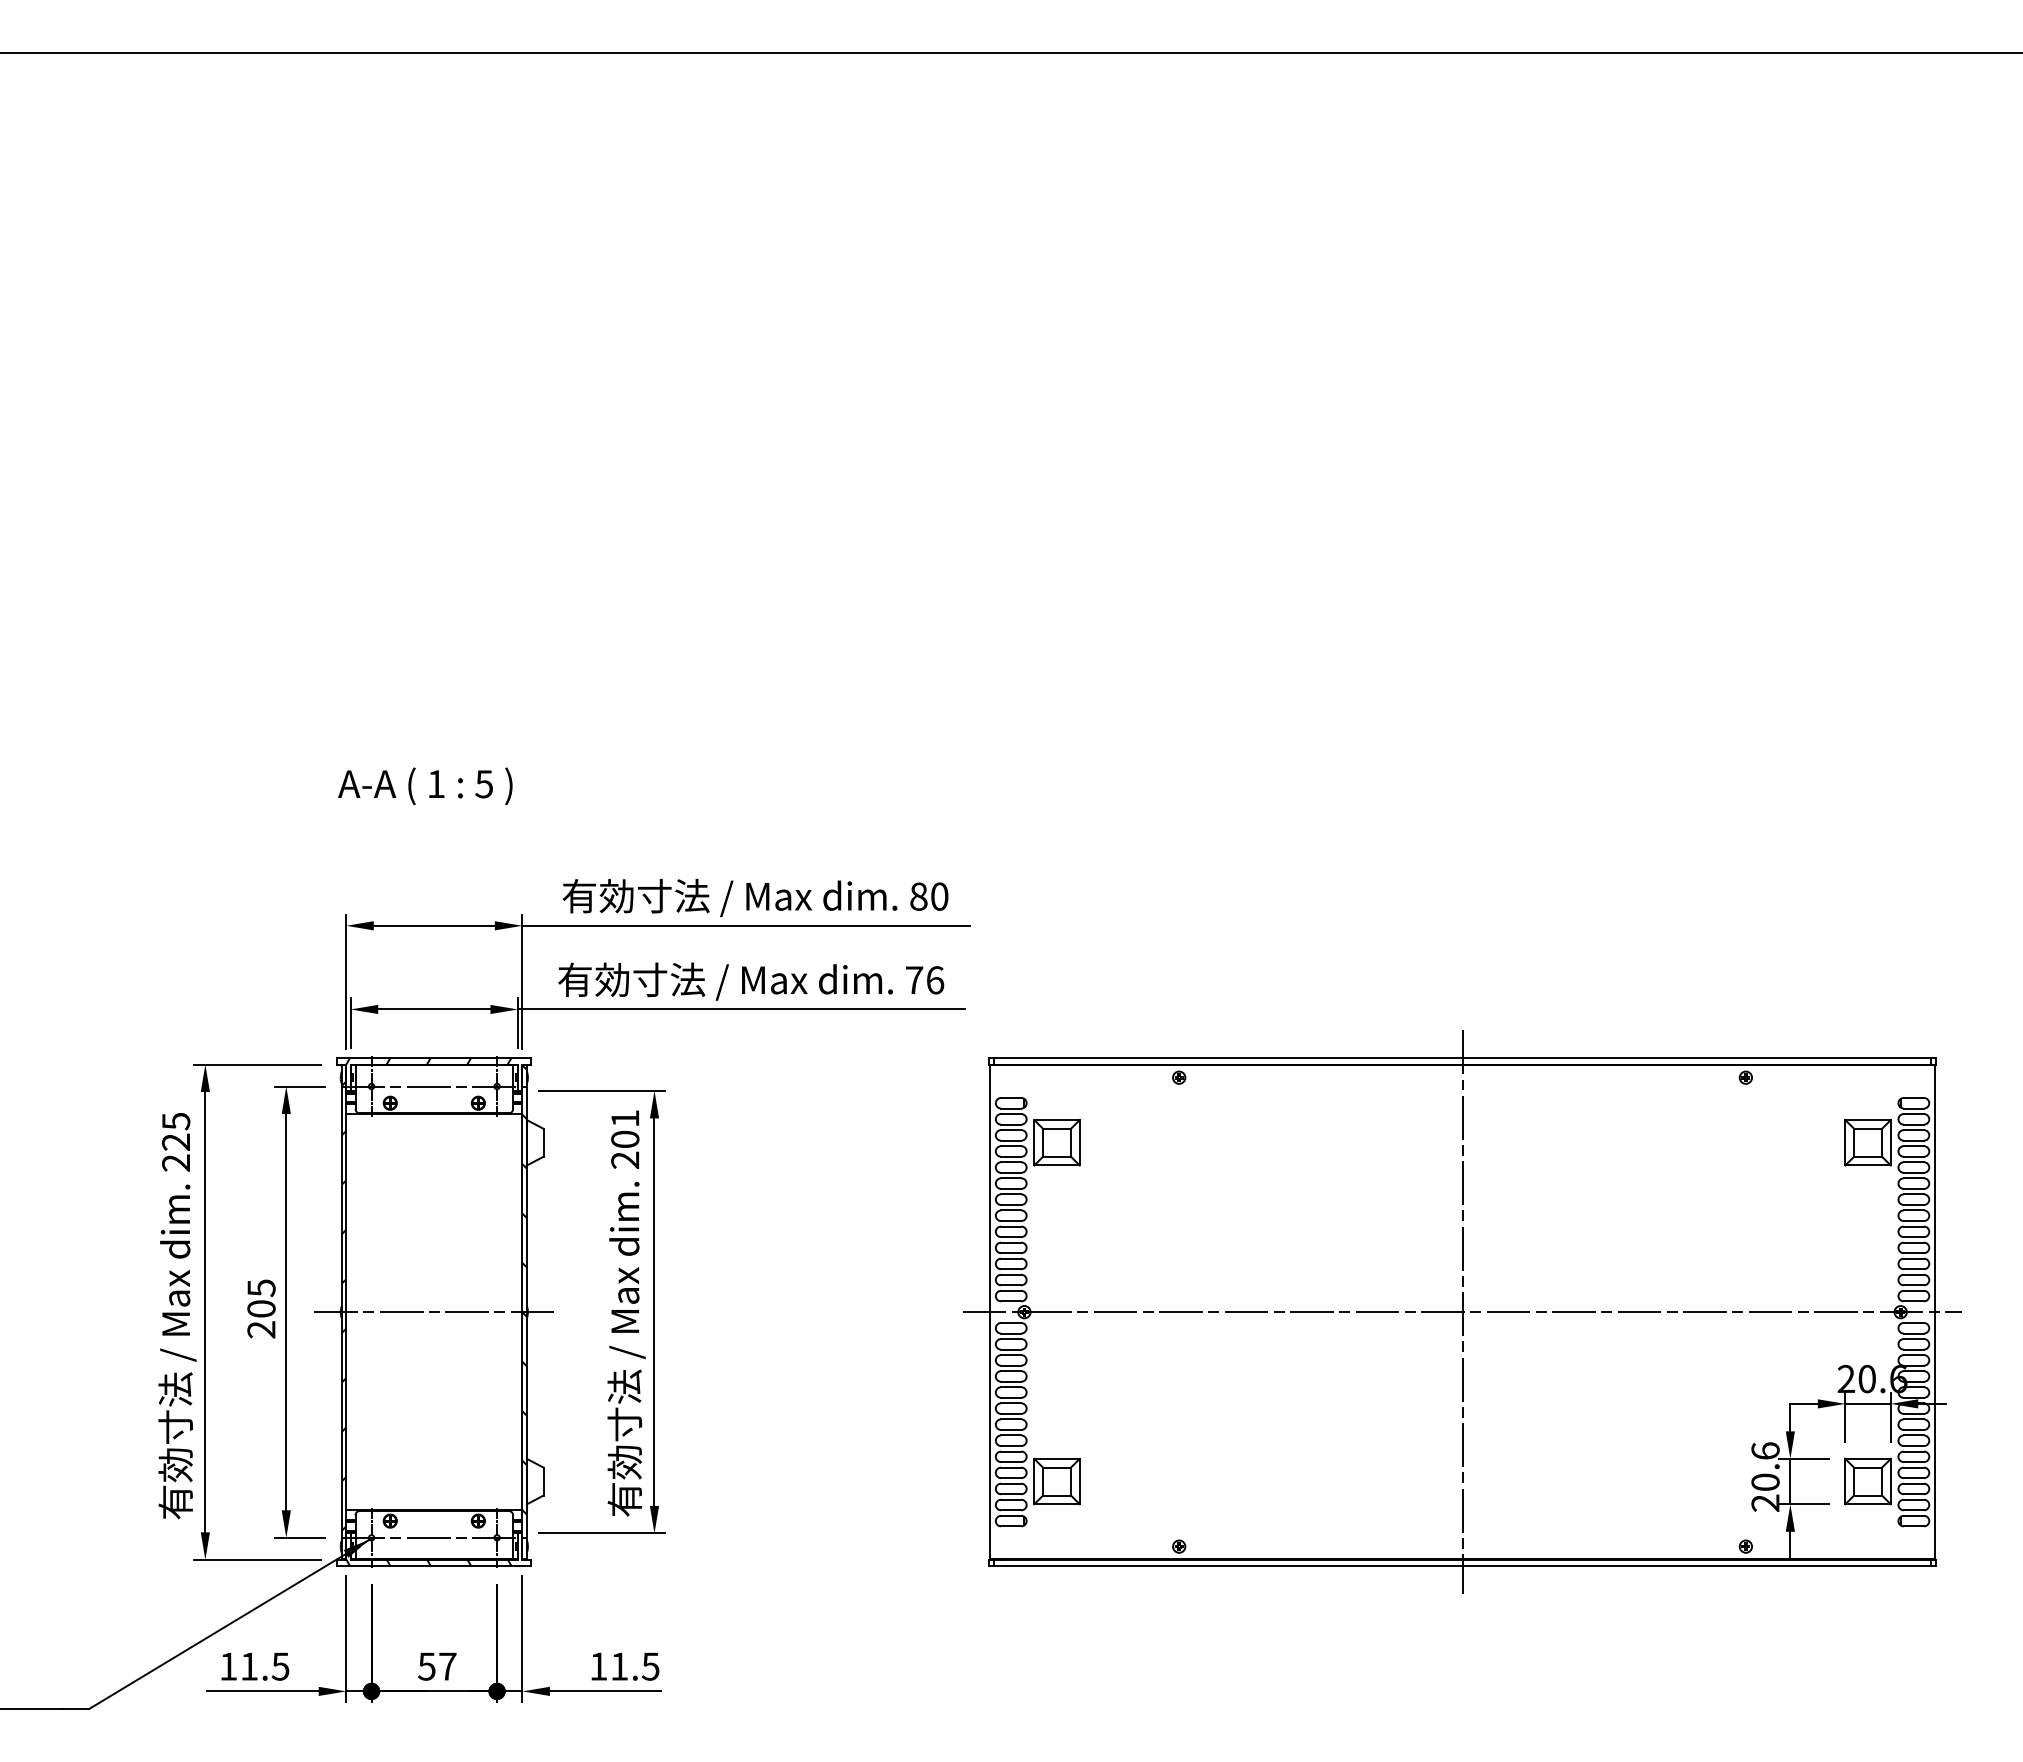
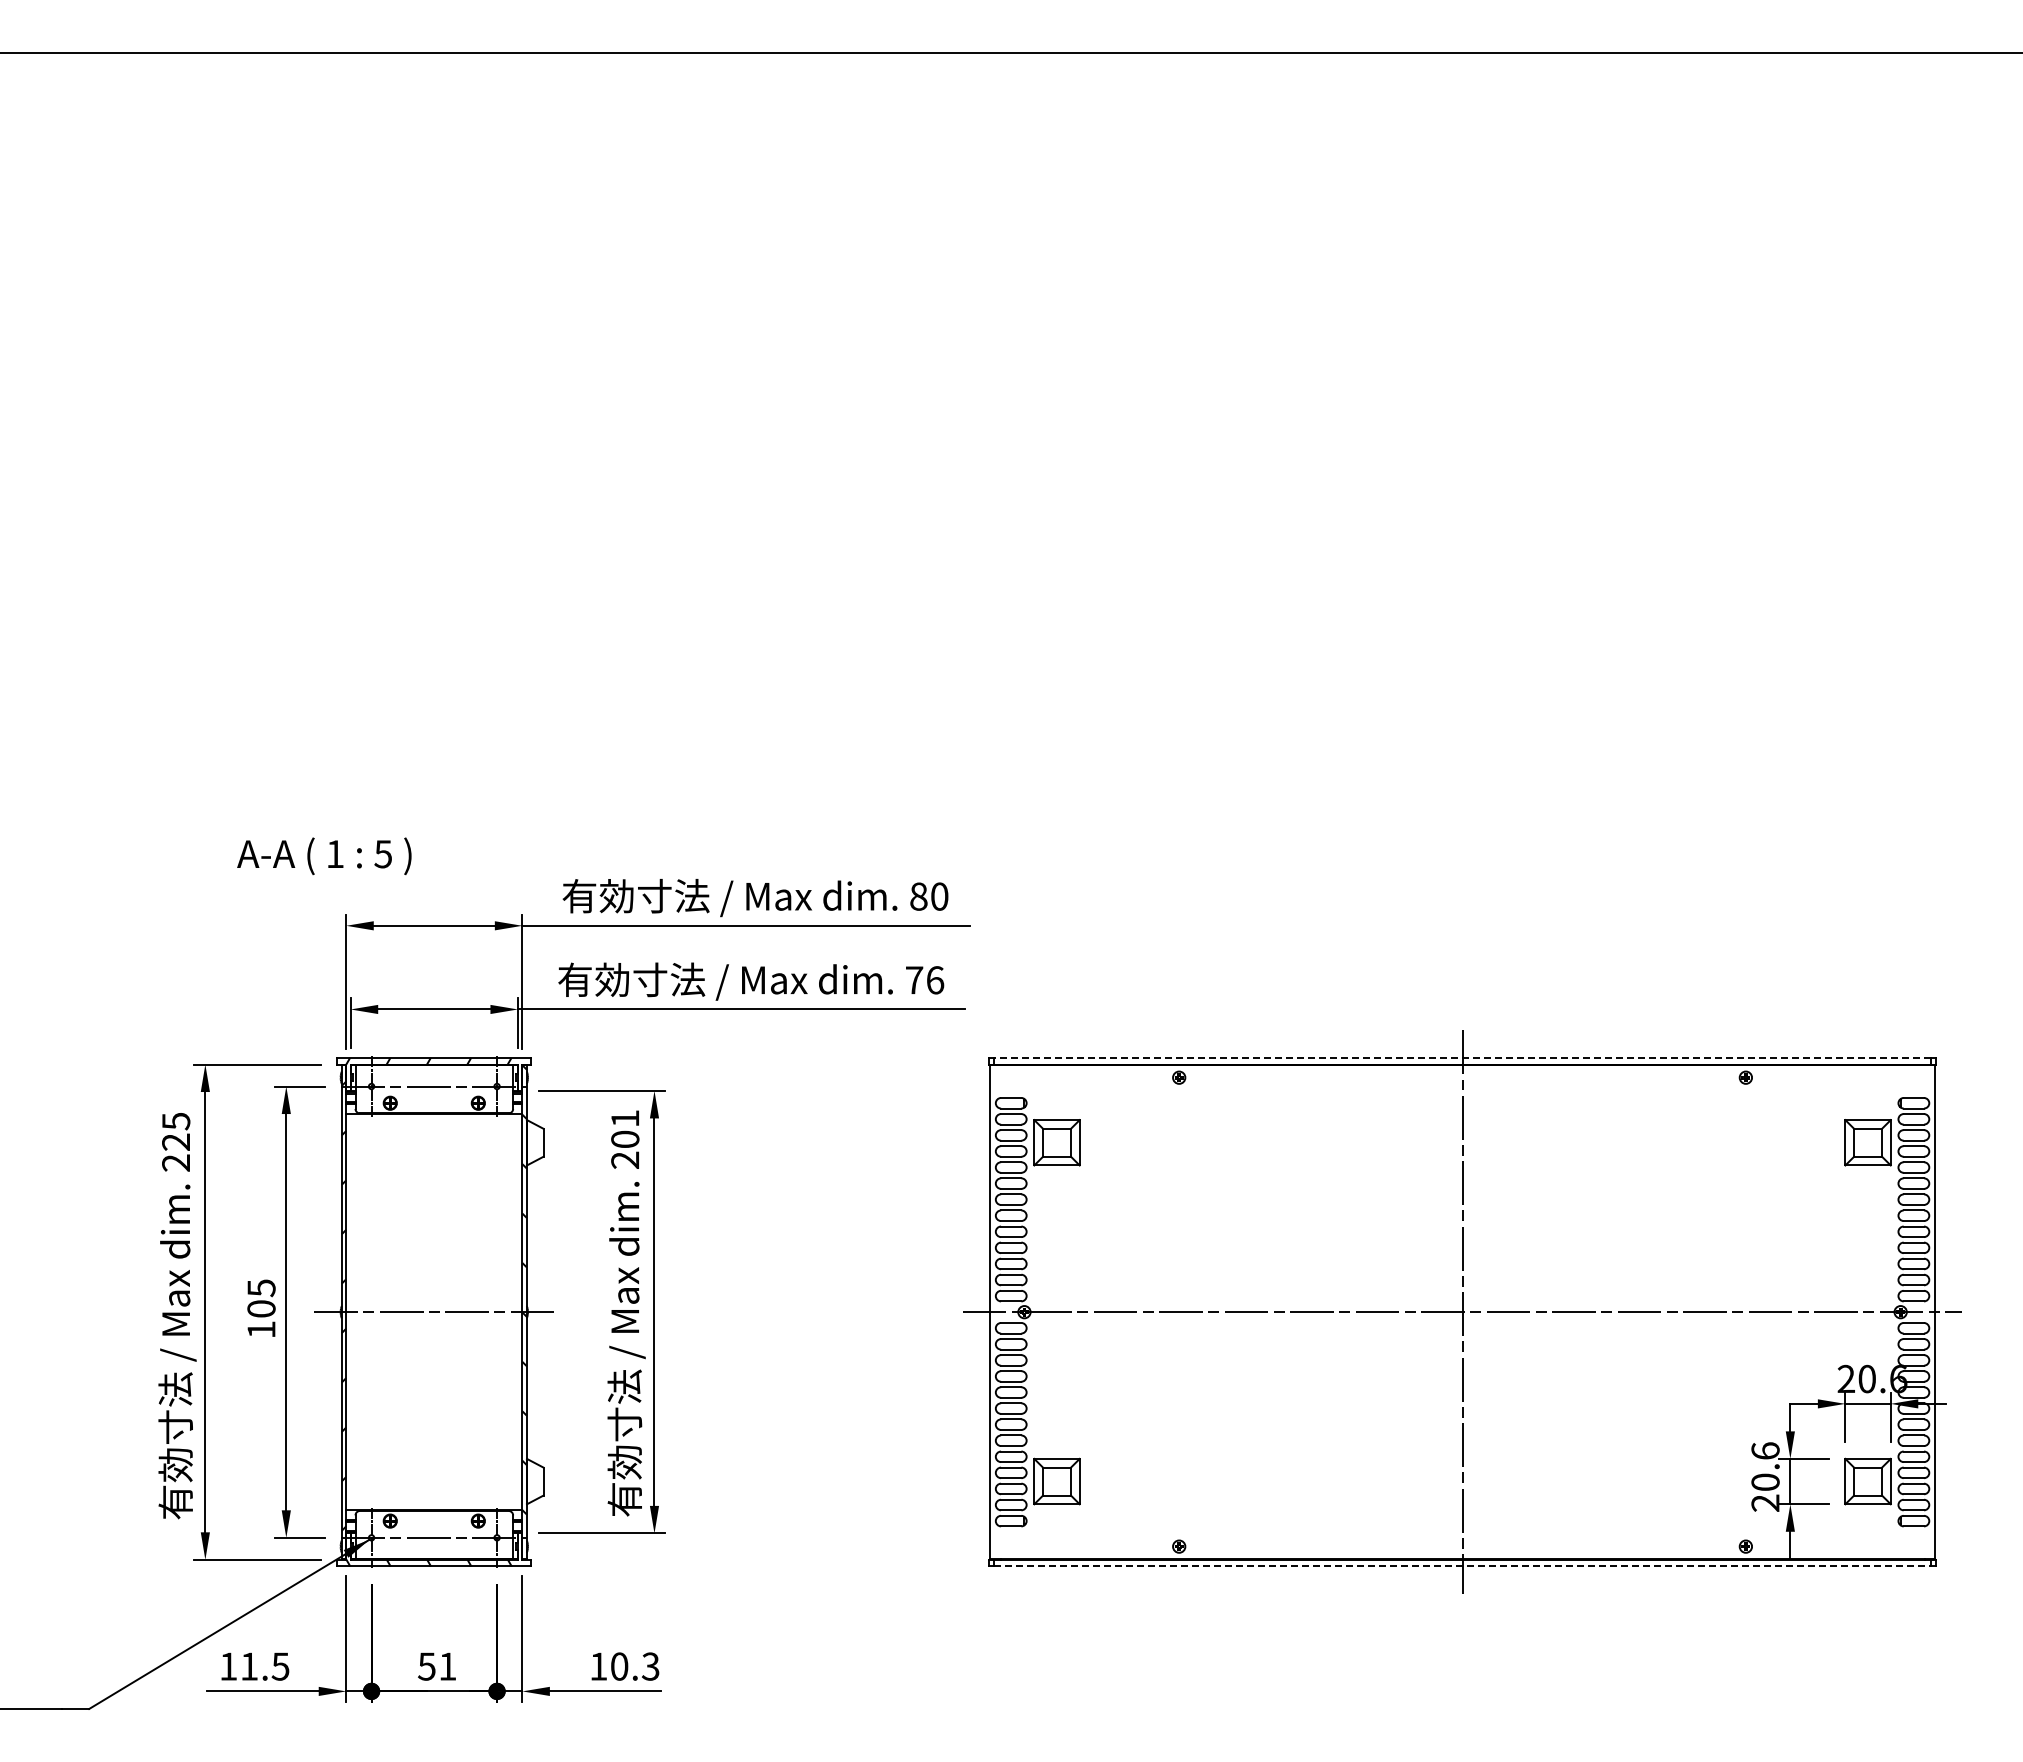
text at (425, 786) position: (425, 786) -> (324, 856)
line at (1462, 1057): solid -> dashed
text at (261, 1329): 205 -> 105
line at (1462, 1566): solid -> dashed
text at (447, 1666): 57 -> 51
text at (635, 1666): 11.5 -> 10.3
